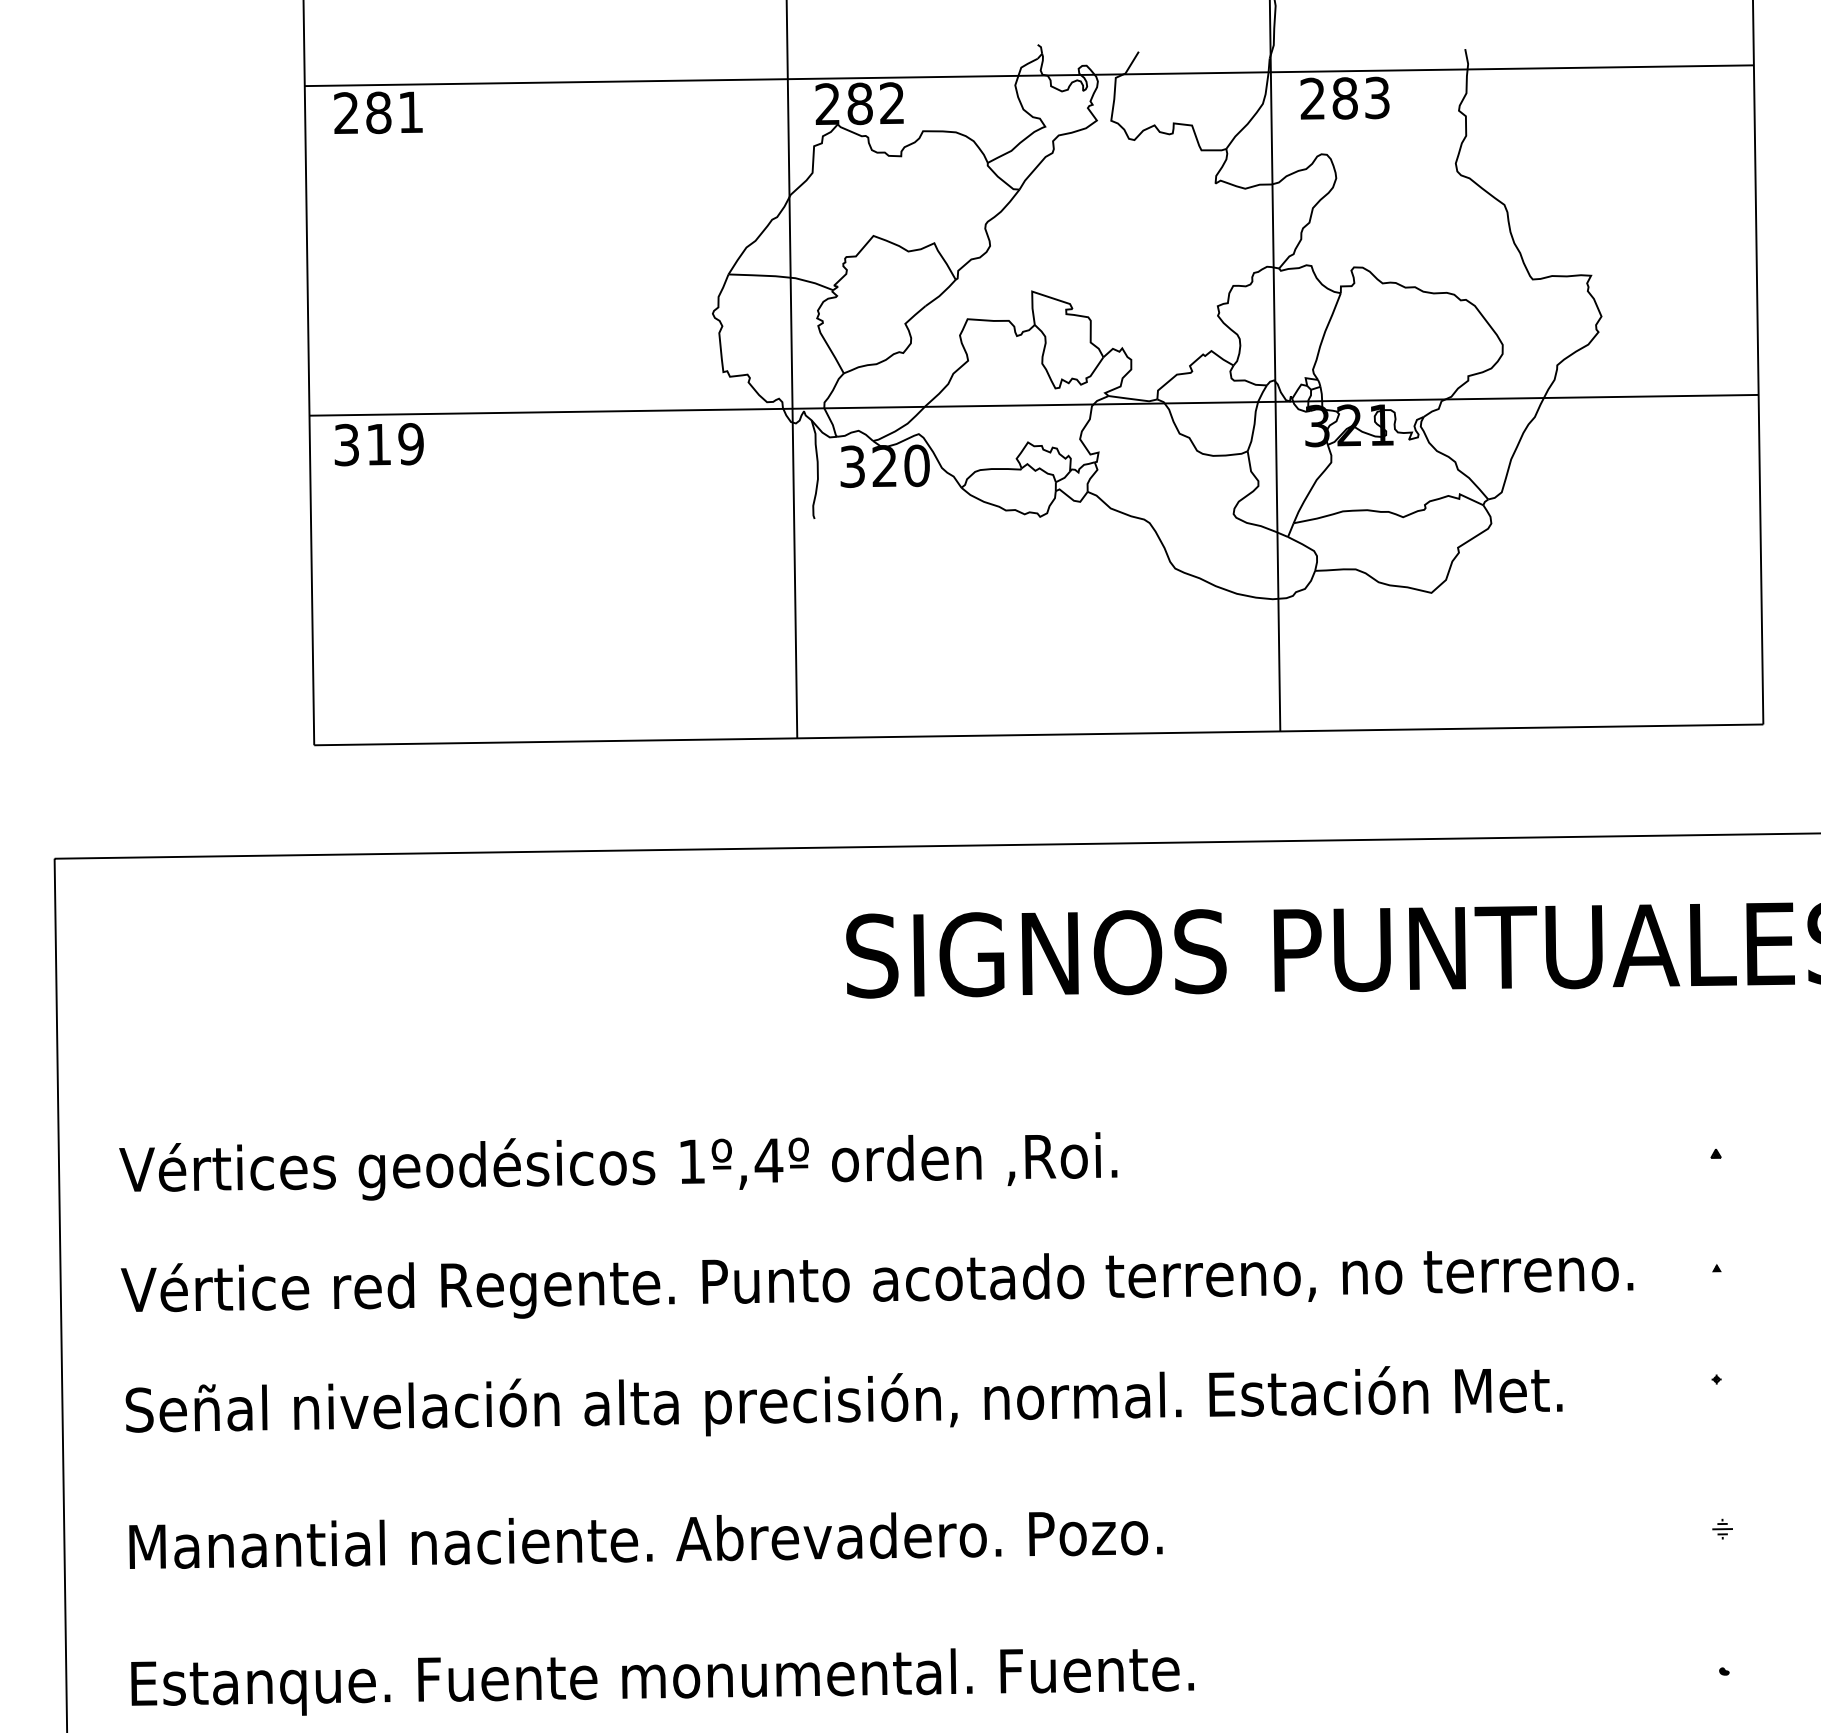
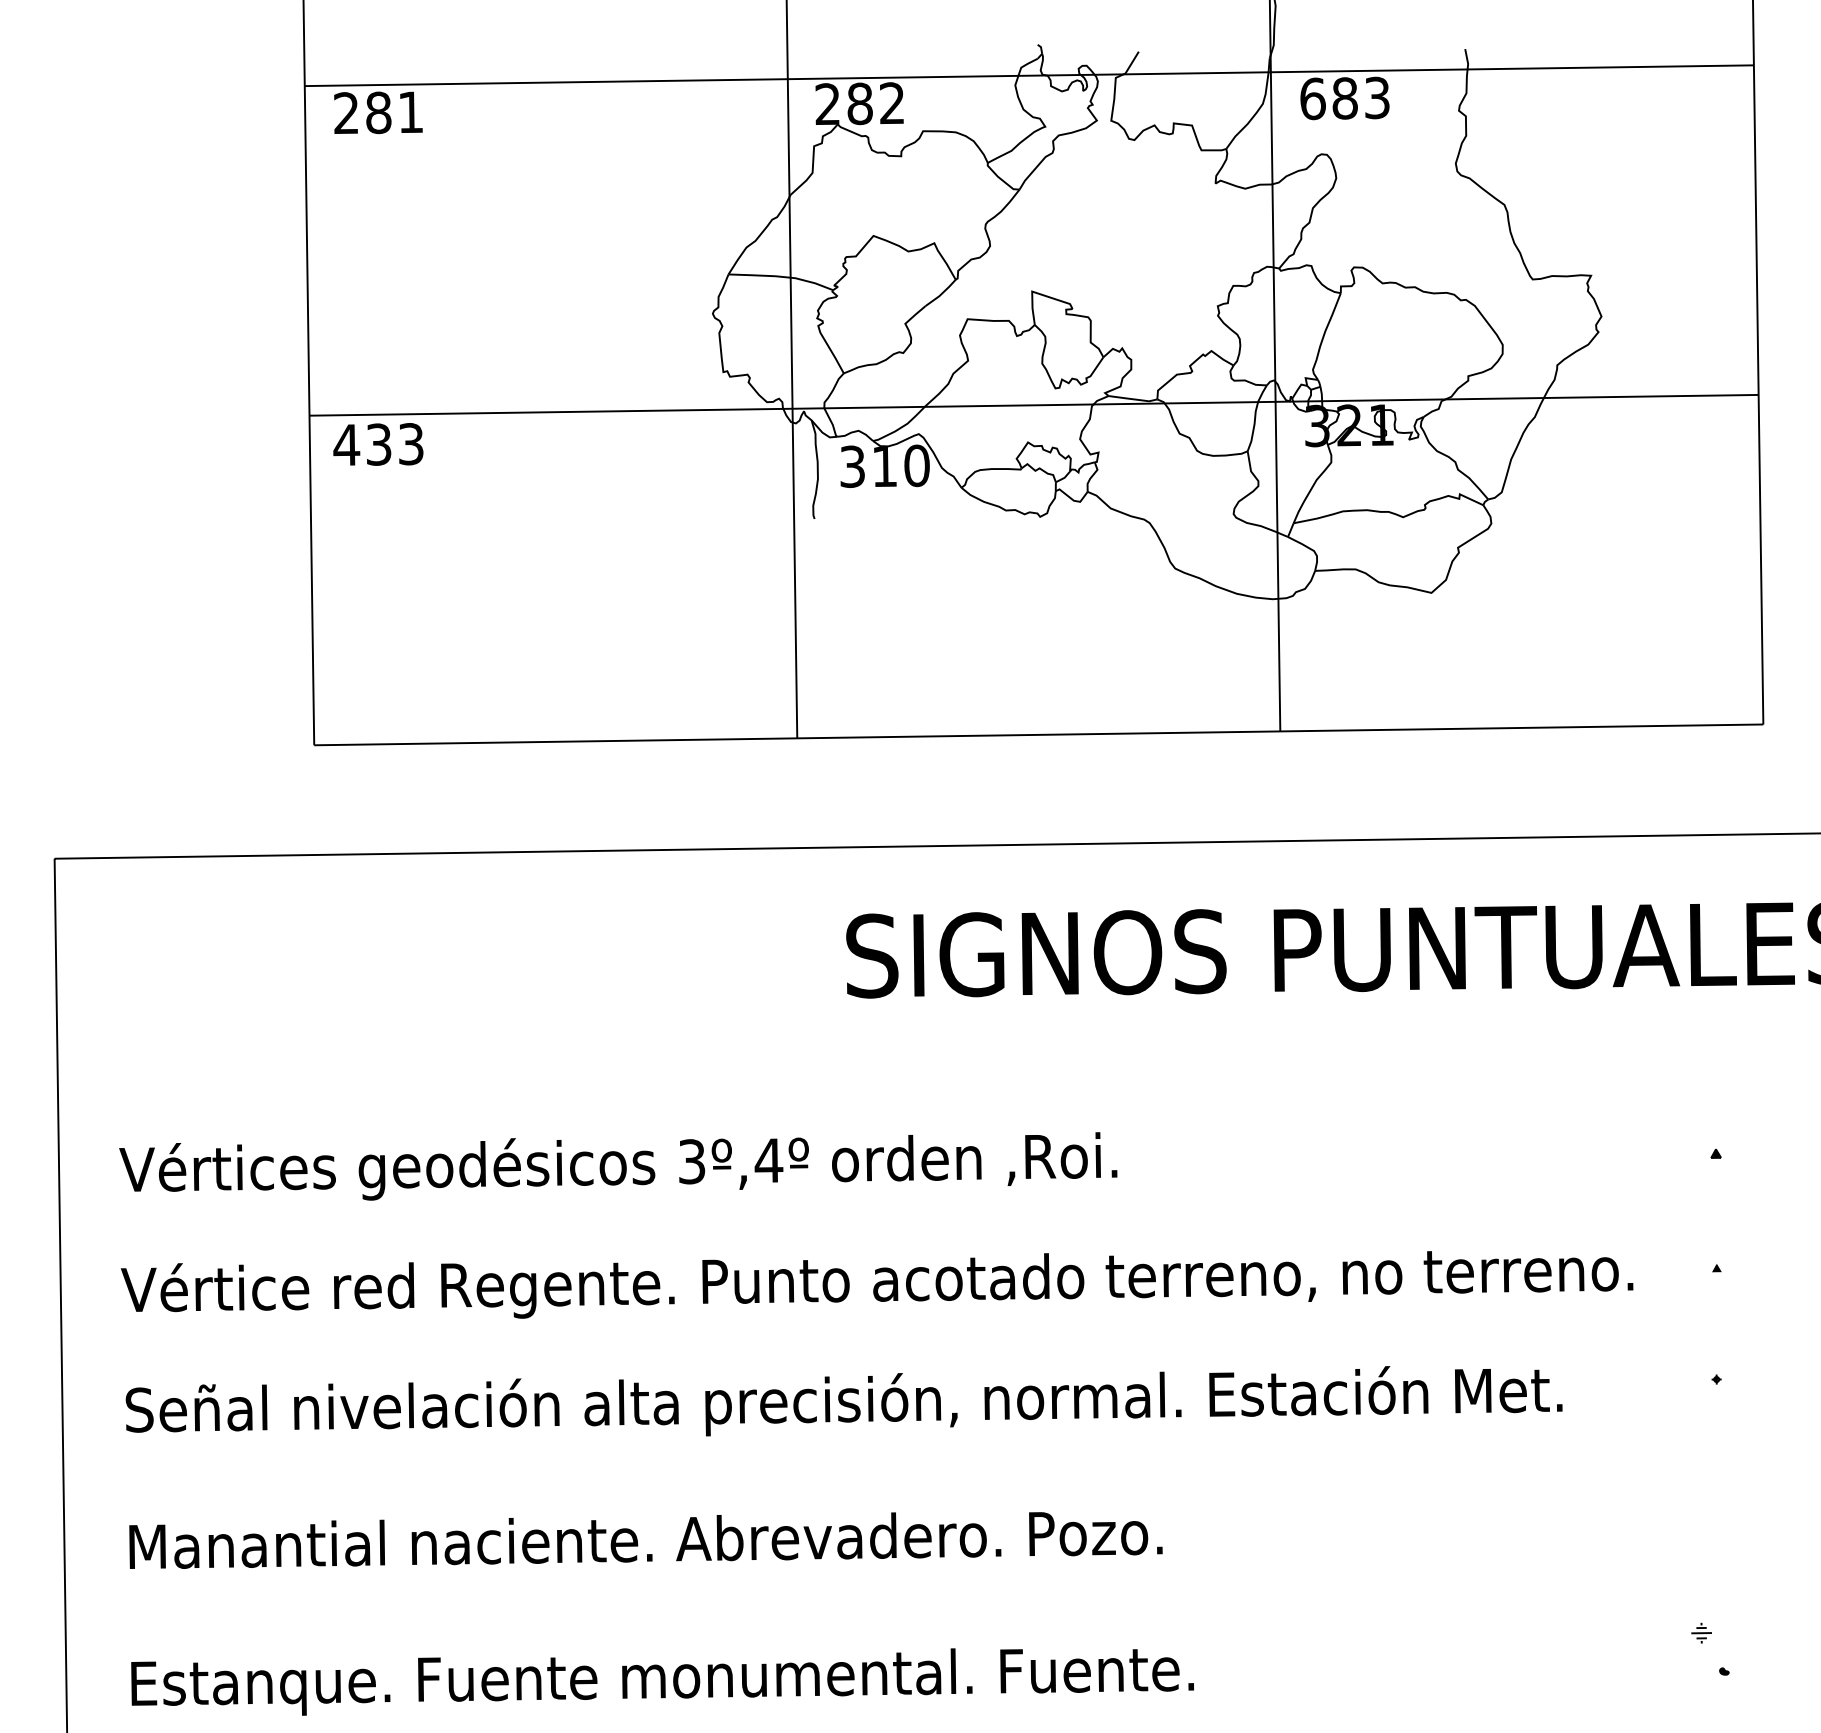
text at (1312, 98): 283 -> 683
text at (378, 444): 319 -> 433
text at (884, 465): 320 -> 310
text at (692, 1161): 1º,4º -> 3º,4º
part at (1722, 1528) position: (1722, 1528) -> (1701, 1632)
